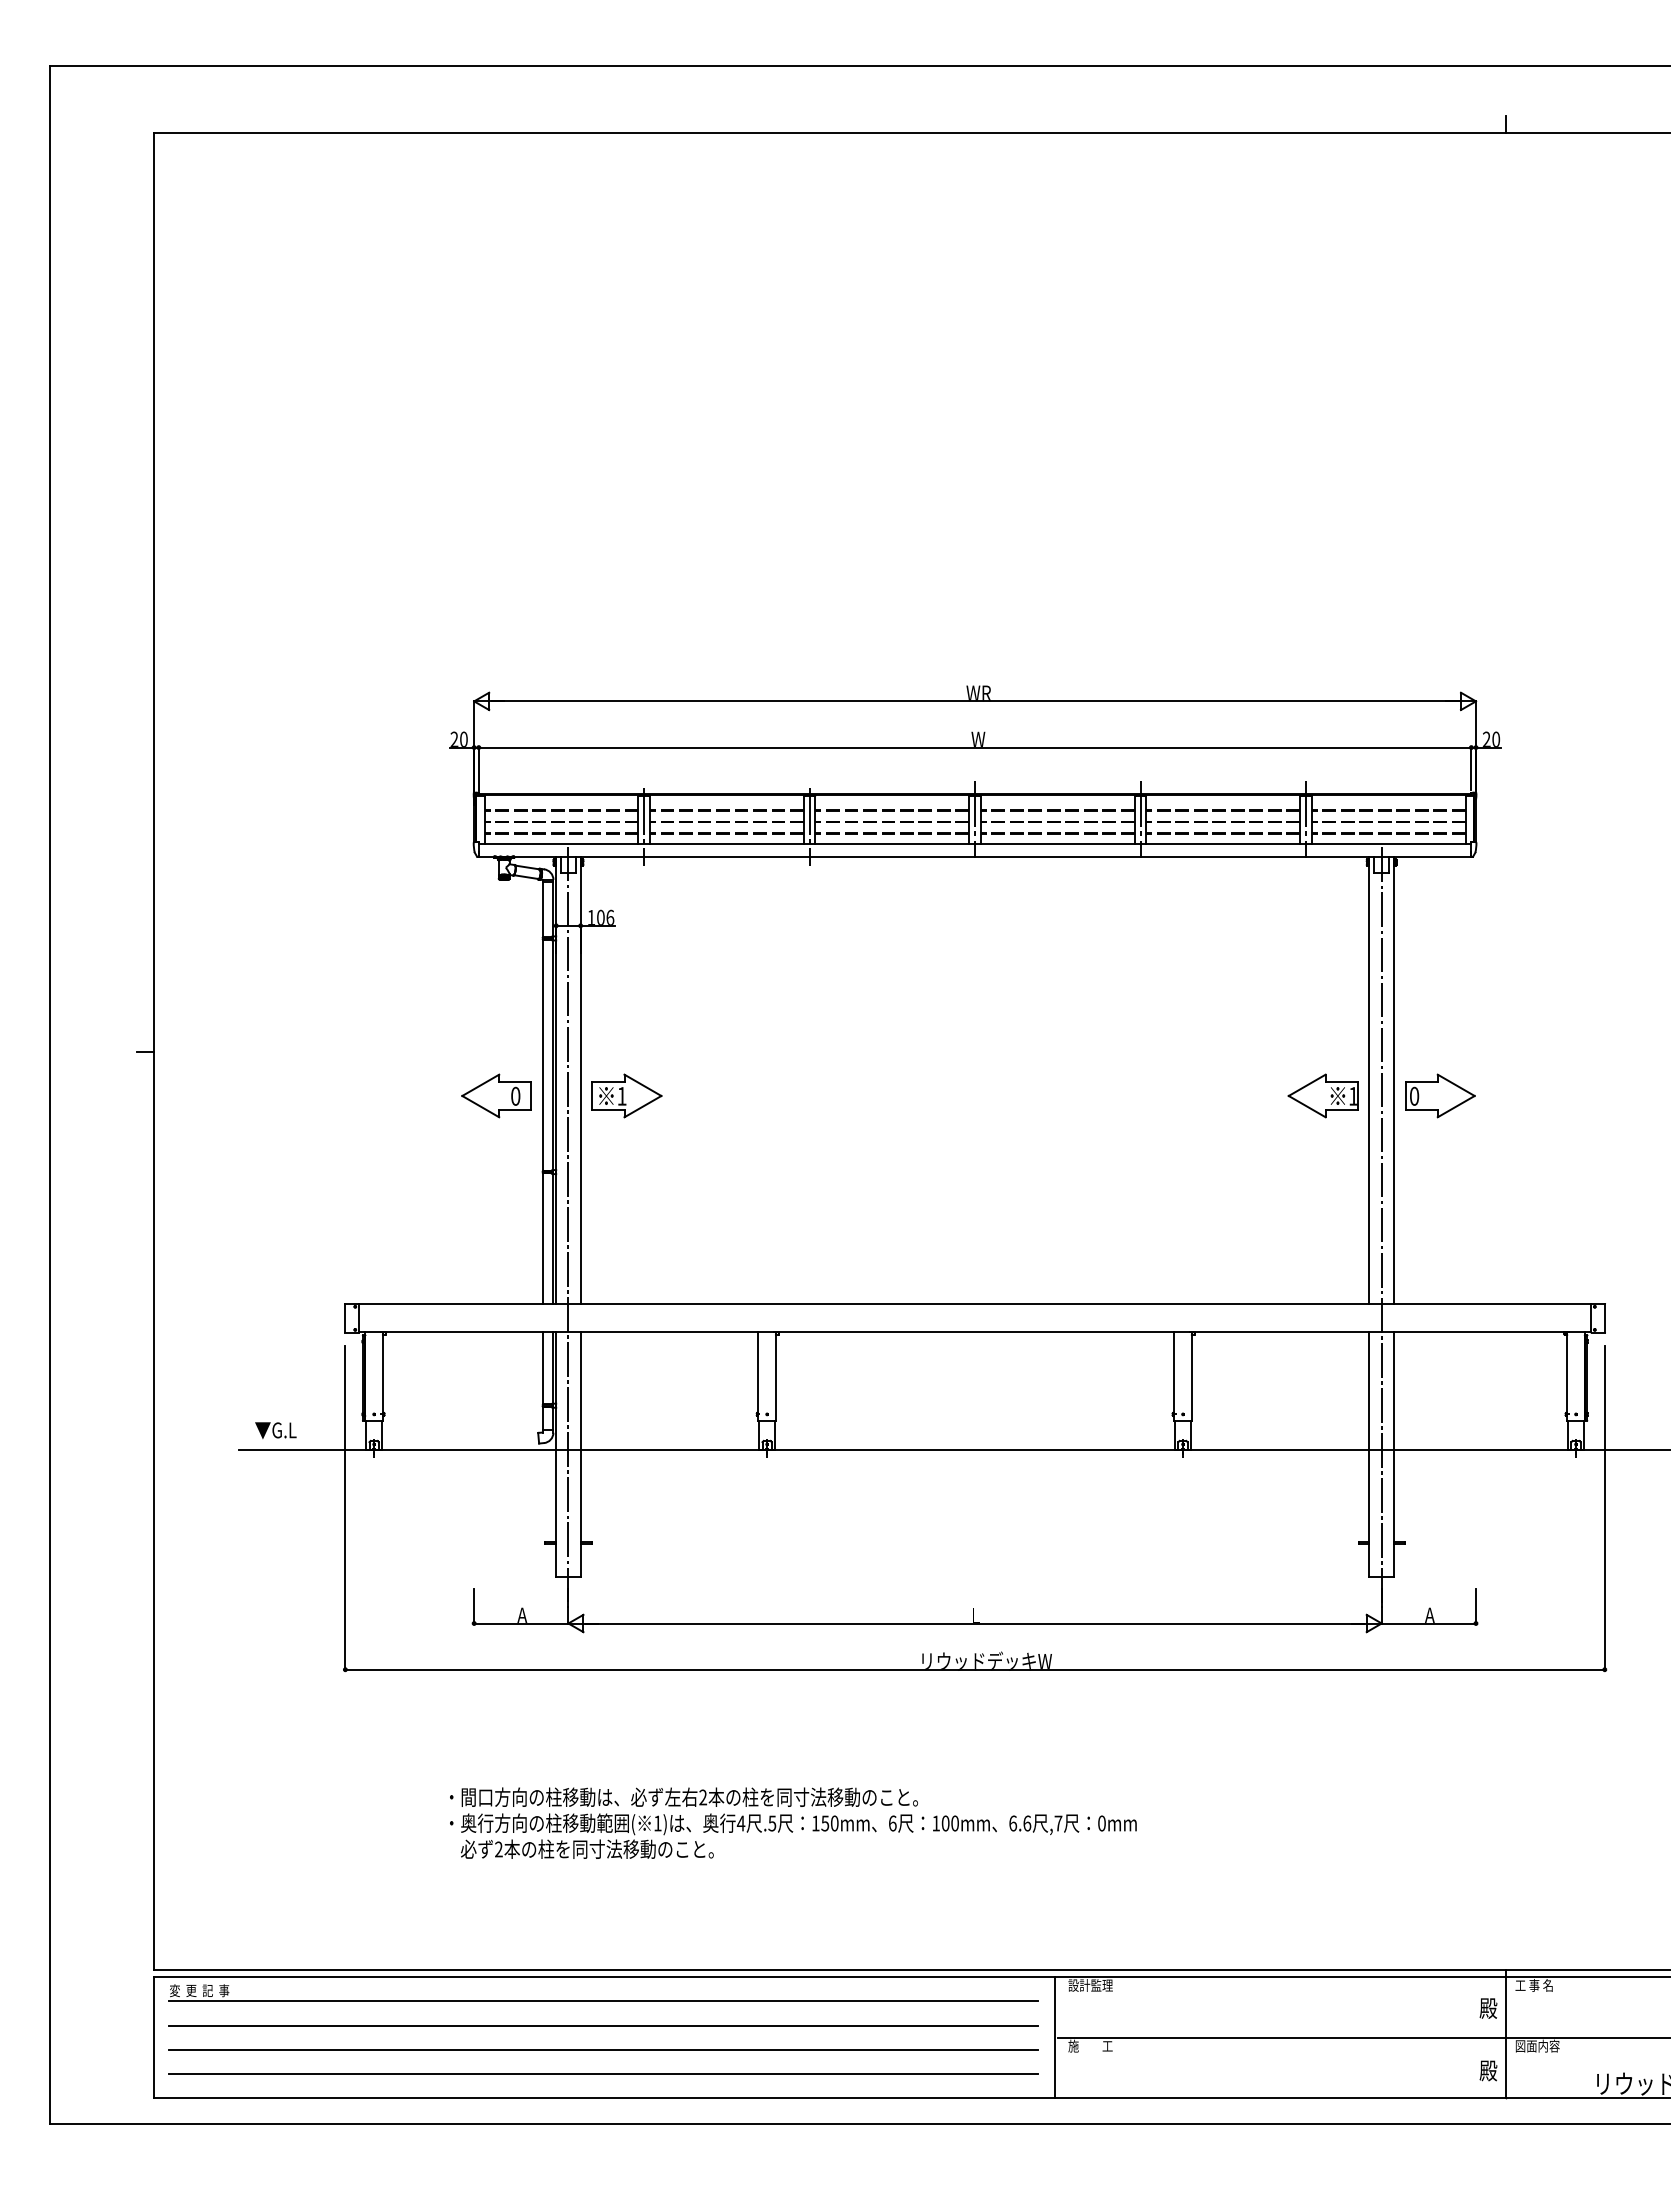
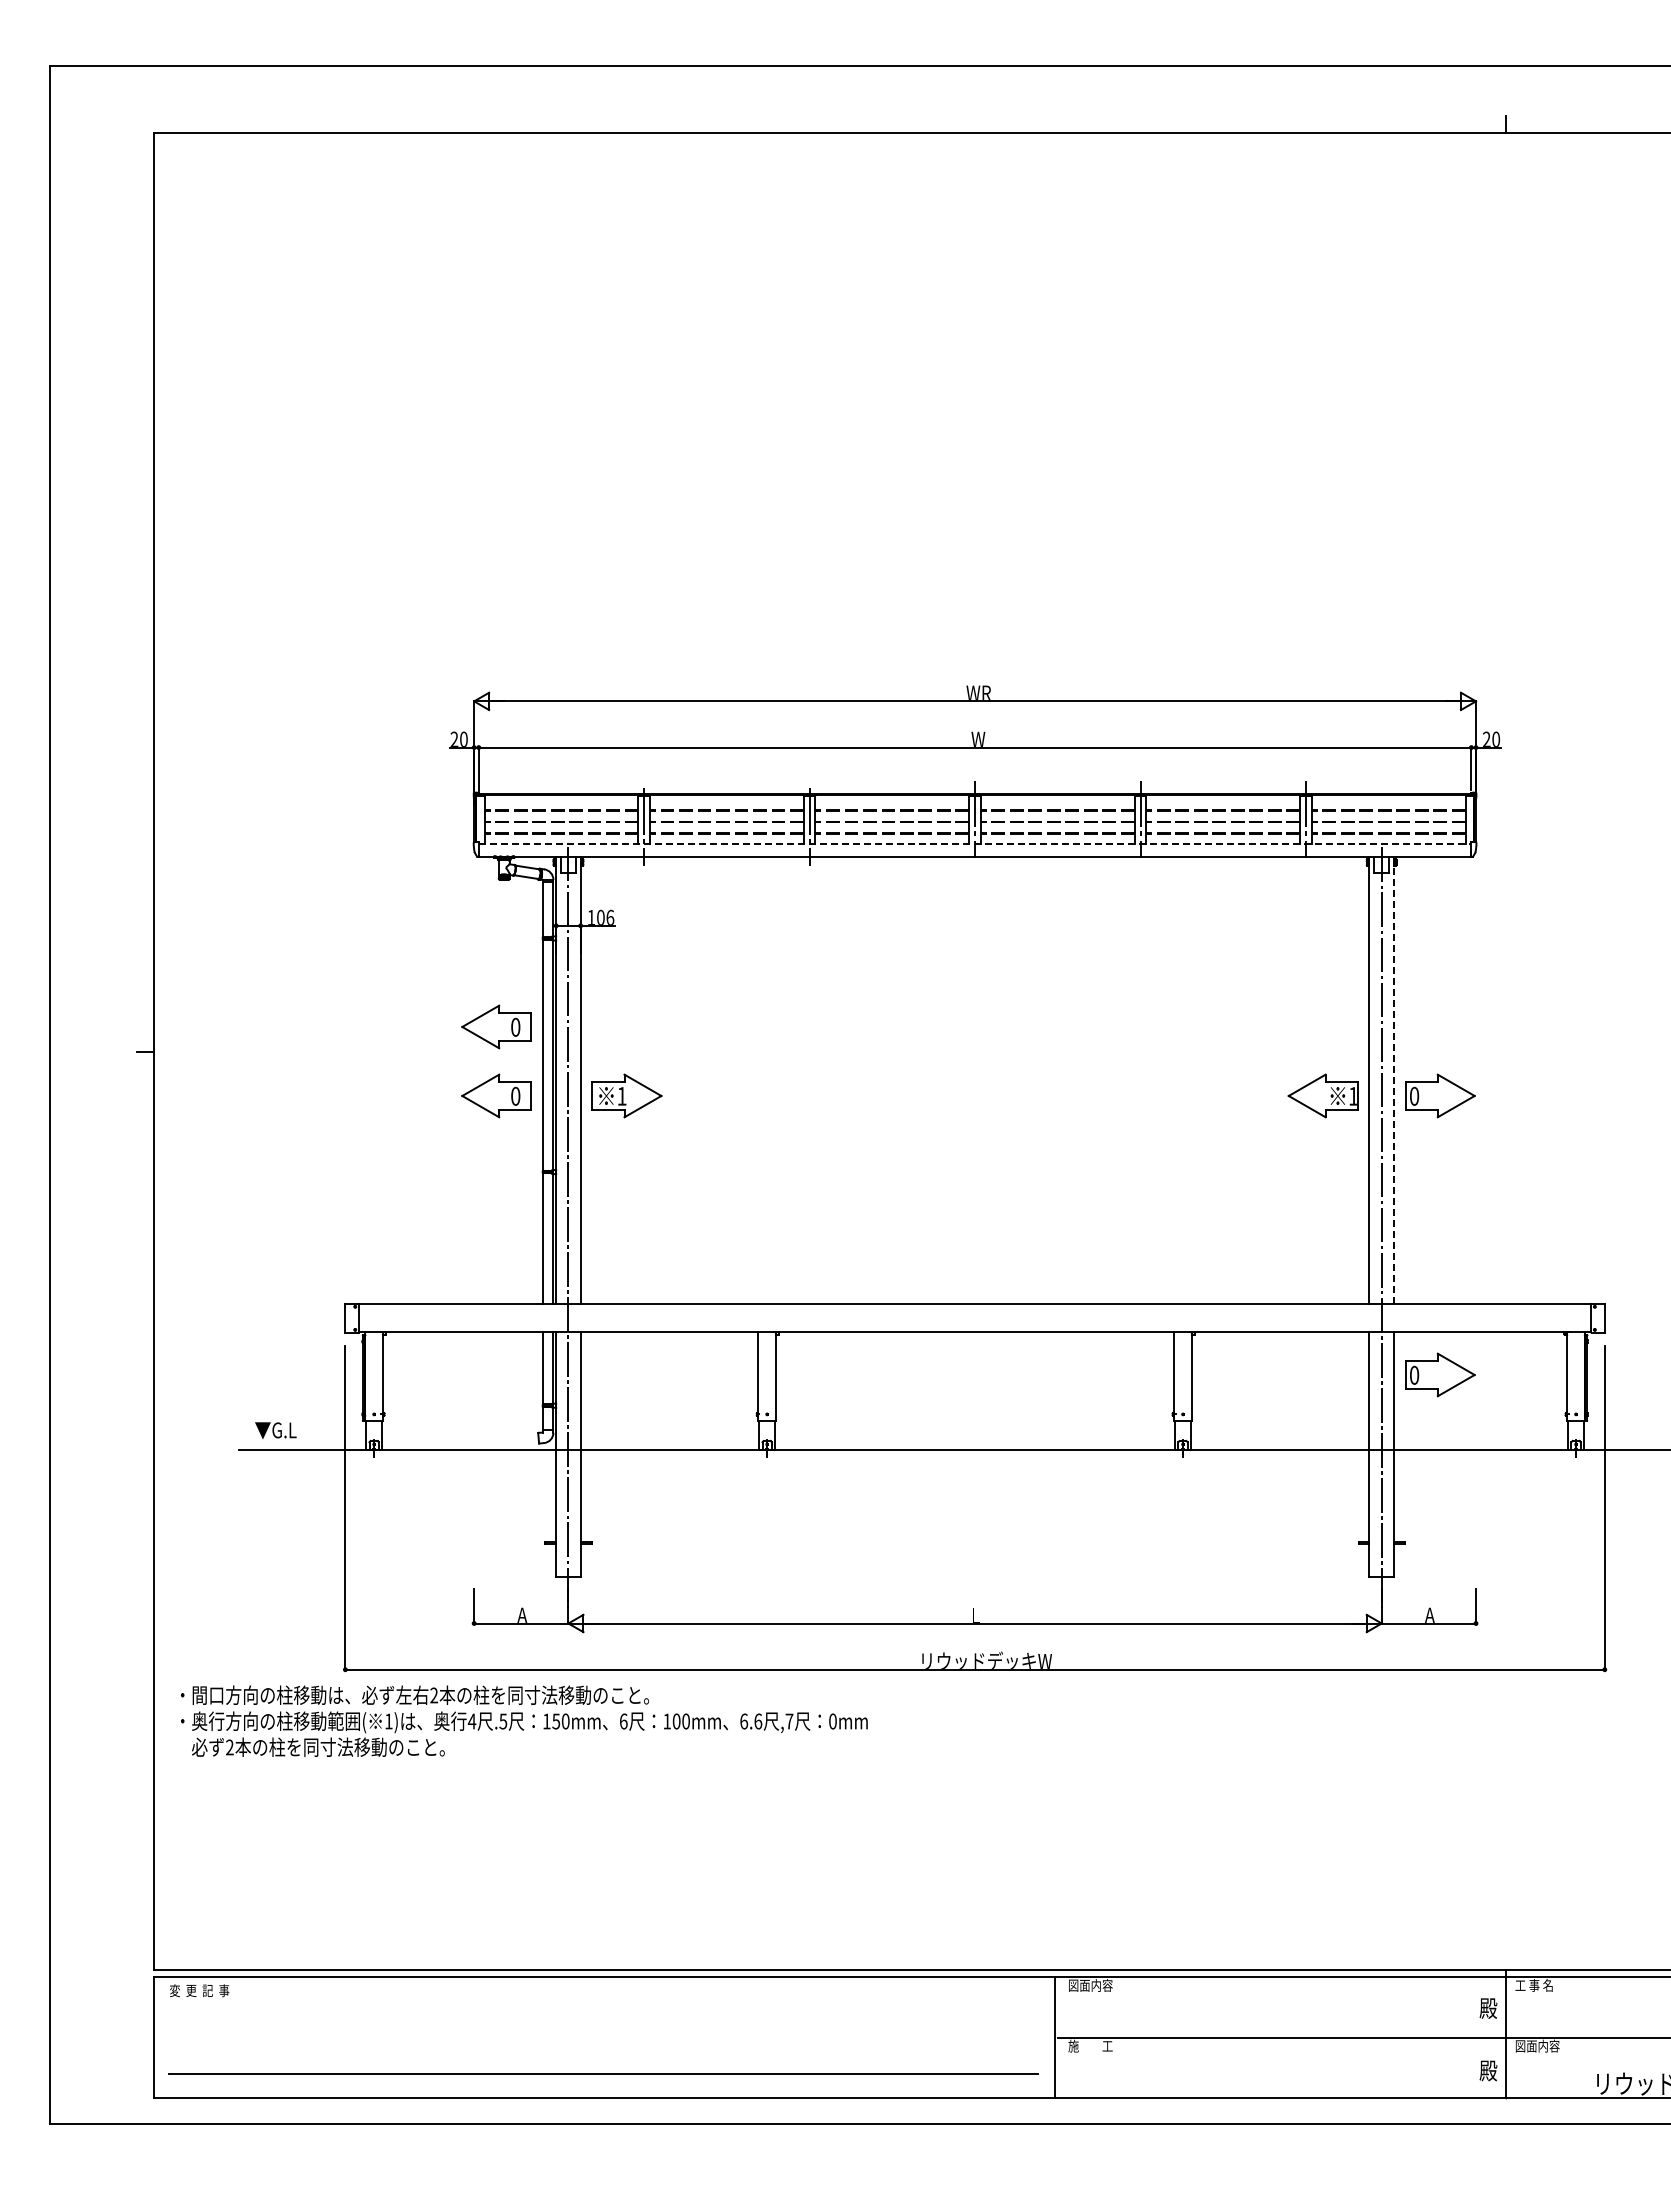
line at (975, 843): solid -> dashed
part at (496, 1026): none -> present
line at (1393, 1080): solid -> dashed
part at (1440, 1374): none -> present
text at (793, 1822) position: (793, 1822) -> (524, 1720)
text at (1090, 1985): 設計監理 -> 図面内容
line at (602, 2001): present -> none
line at (602, 2025): present -> none
line at (602, 2049): present -> none
